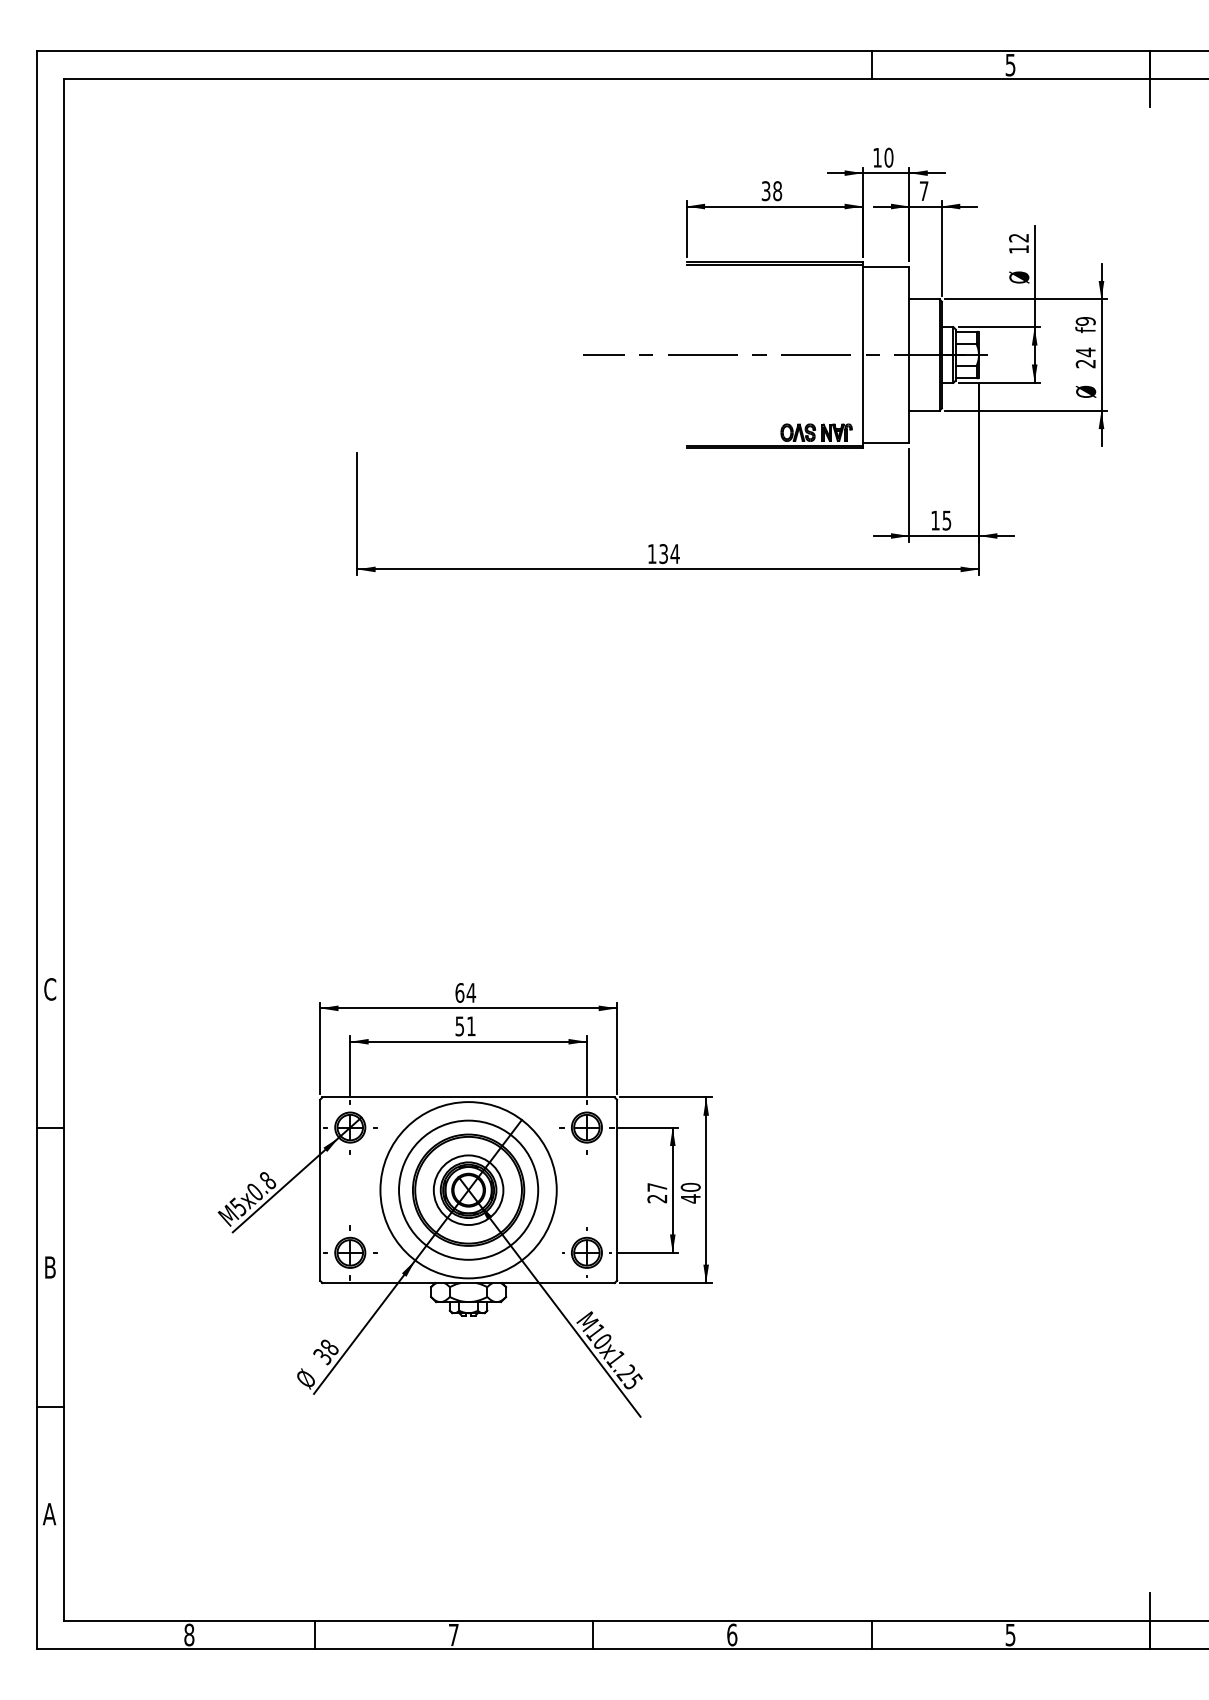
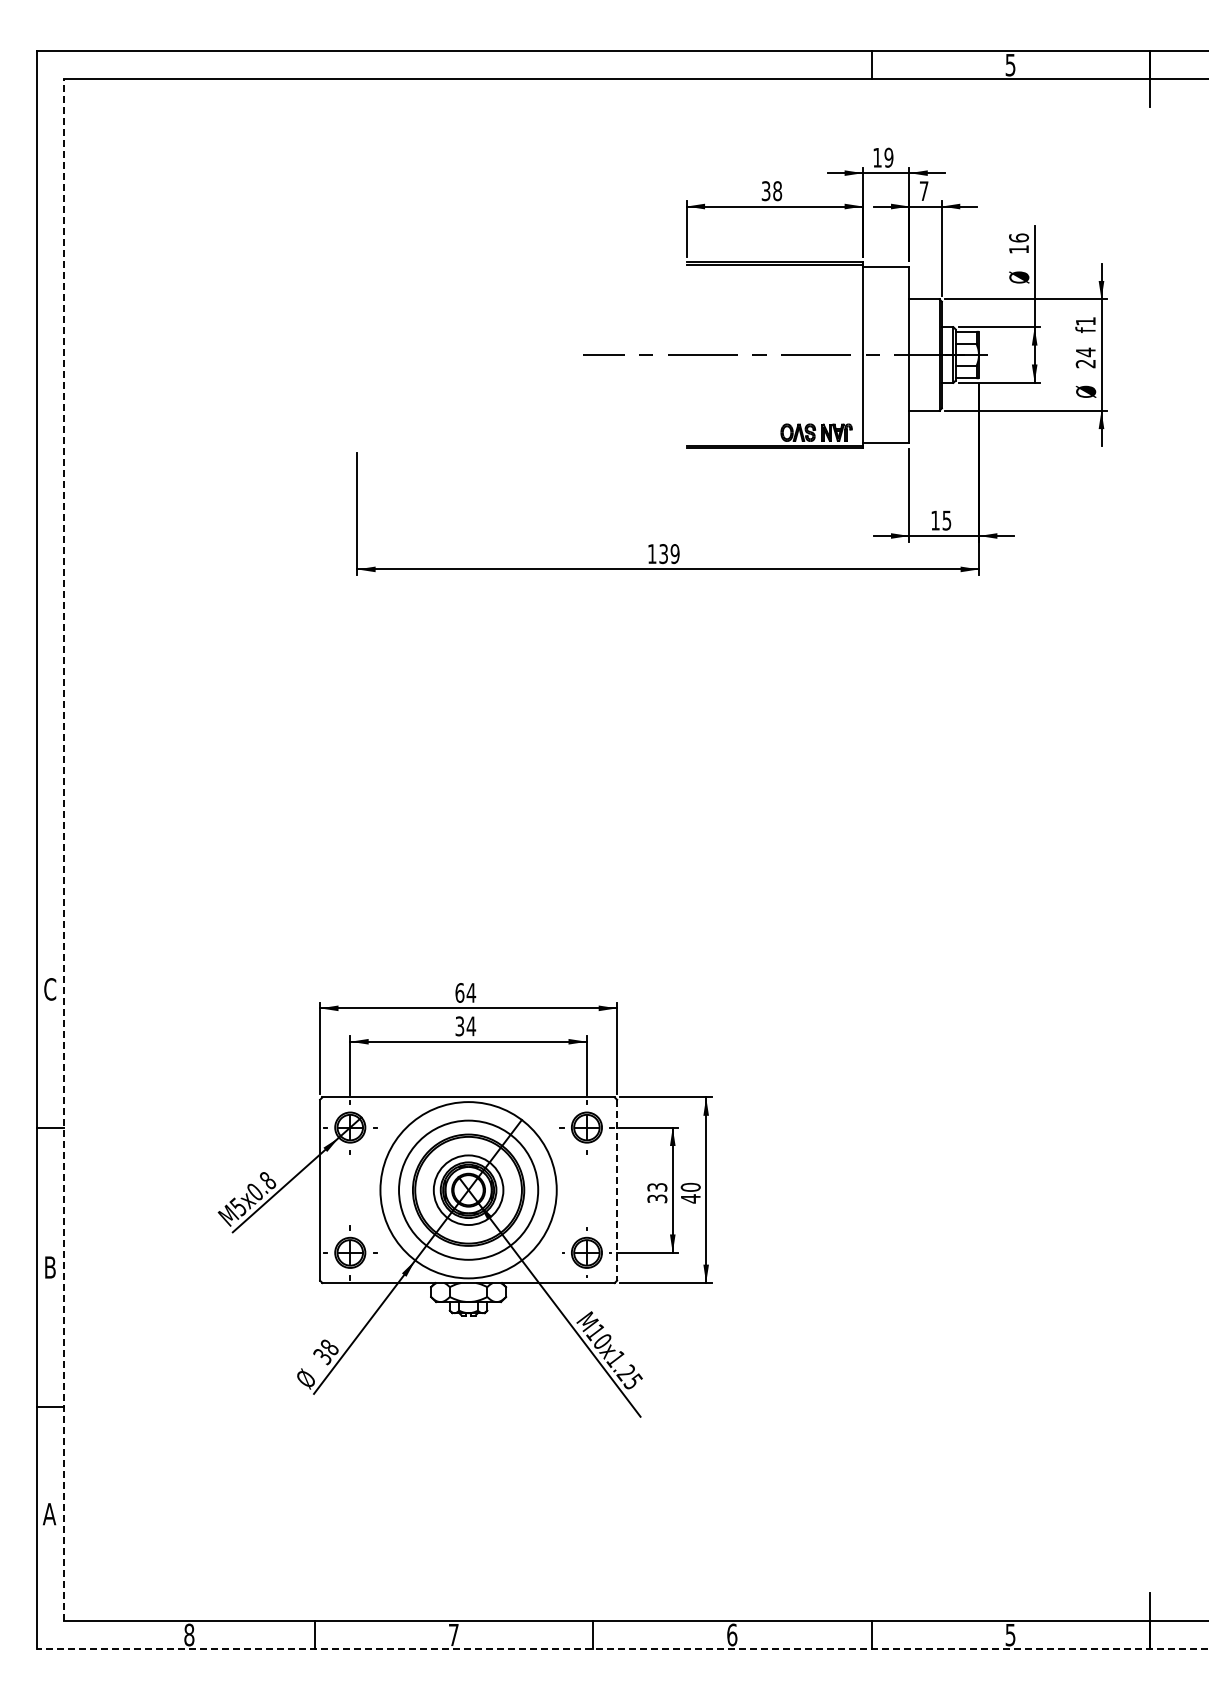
text at (888, 157): 10 -> 19
text at (1018, 237): 12 -> 16
text at (1085, 321): f9 -> f1
text at (674, 554): 134 -> 139
line at (64, 849): solid -> dashed
text at (466, 1026): 51 -> 34
line at (617, 1190): solid -> dashed
text at (657, 1193): 27 -> 33
line at (622, 1649): solid -> dashed
